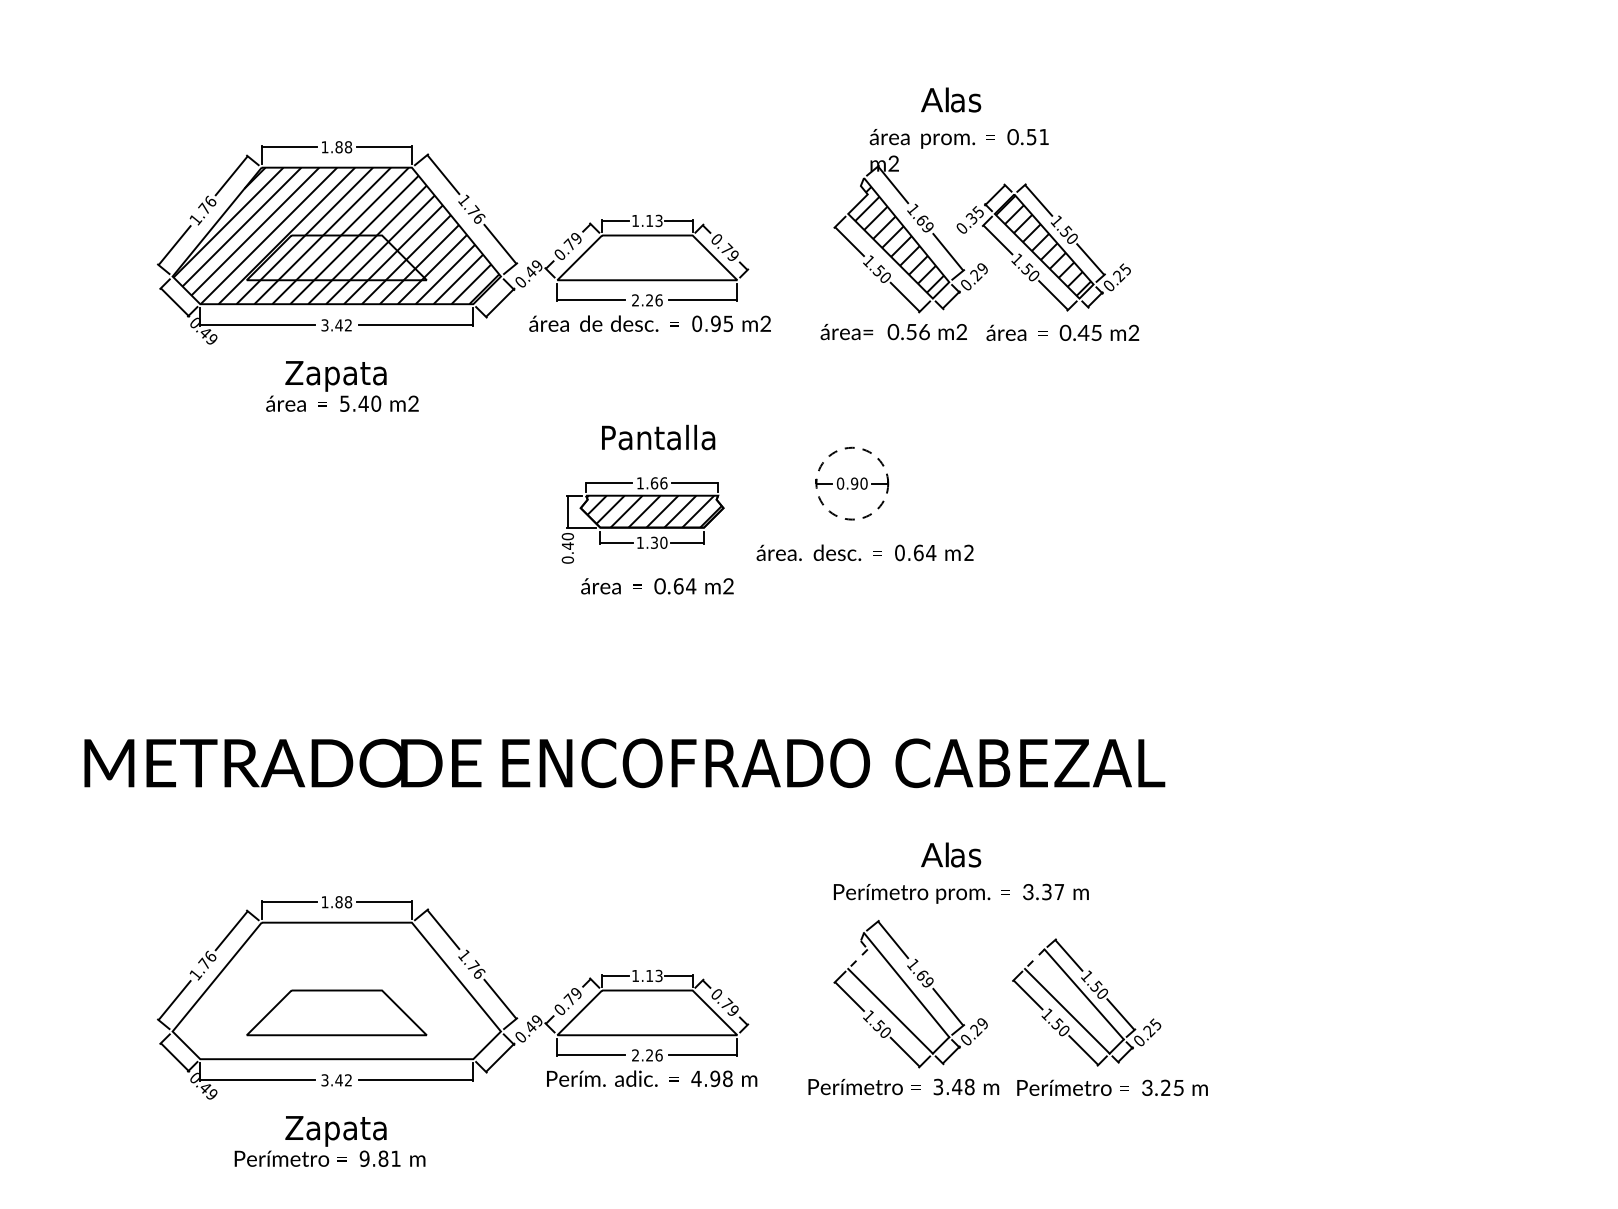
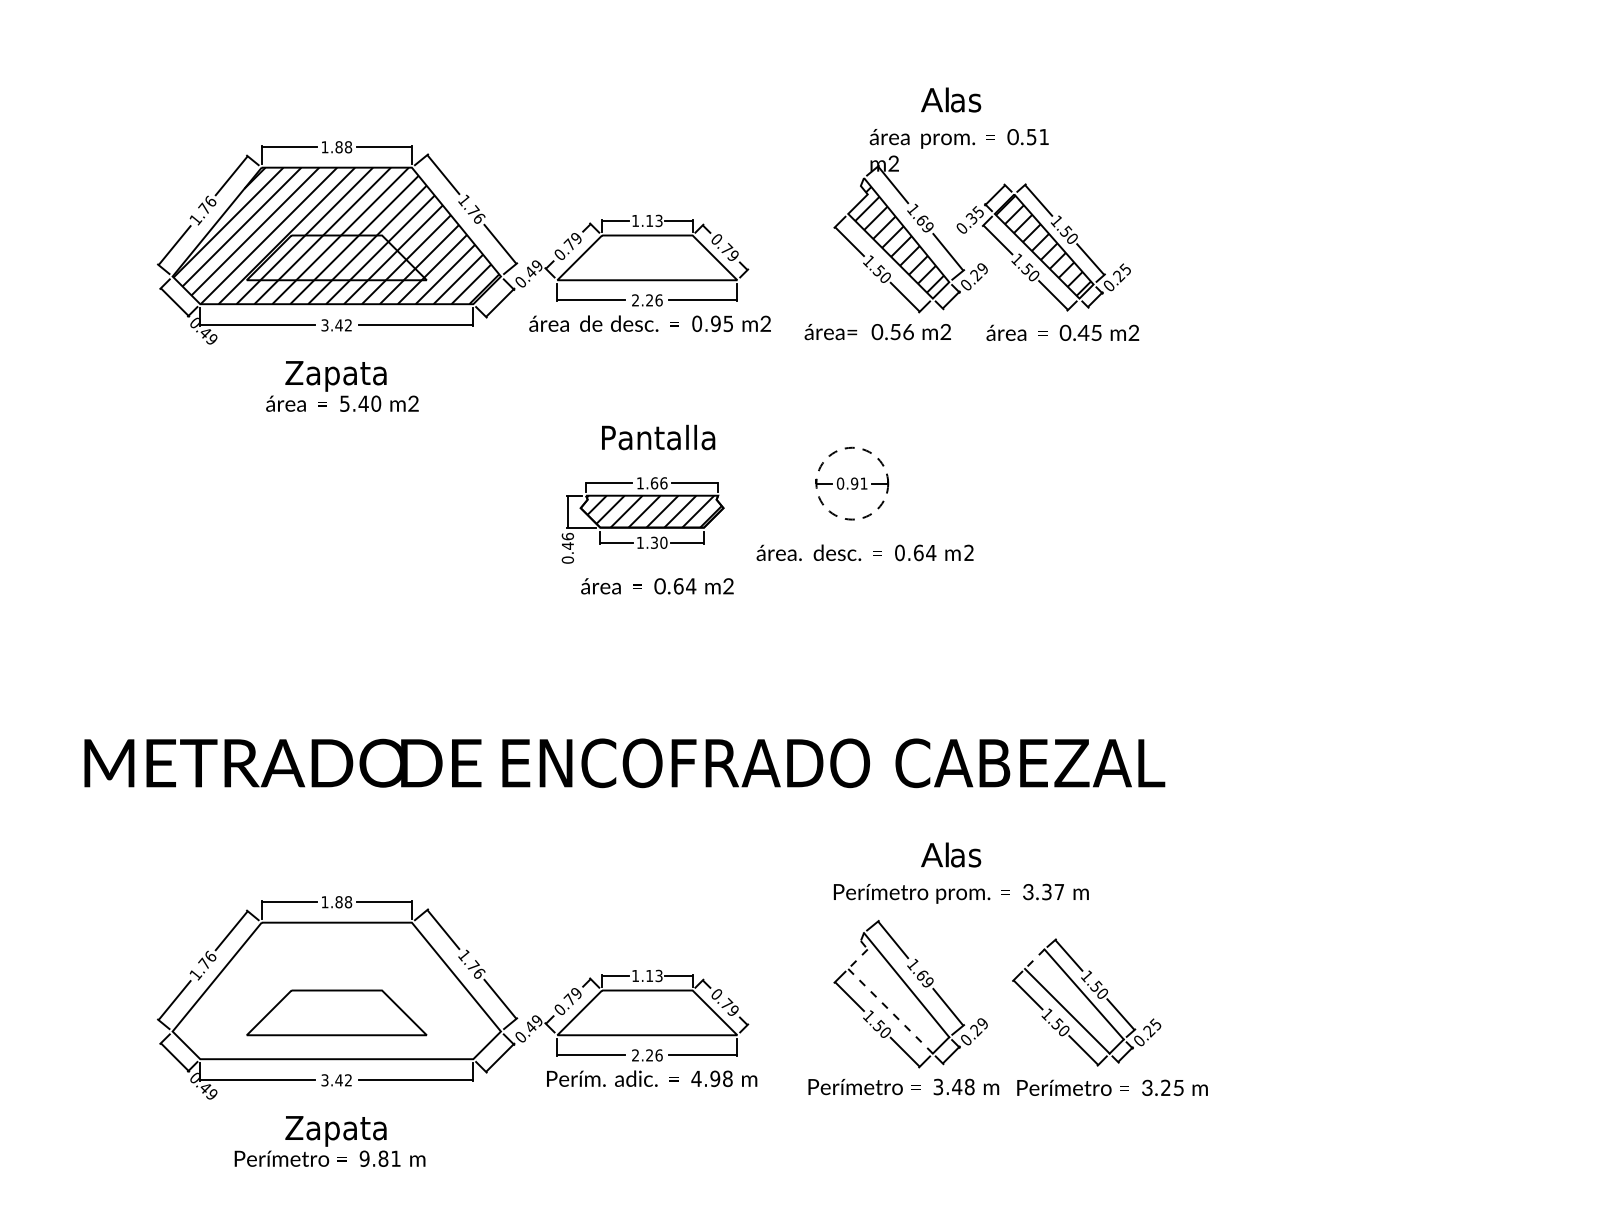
text at (893, 332) position: (893, 332) -> (877, 332)
text at (863, 483): 0.90 -> 0.91
text at (567, 535): 0.40 -> 0.46
line at (890, 1011): solid -> dashed
